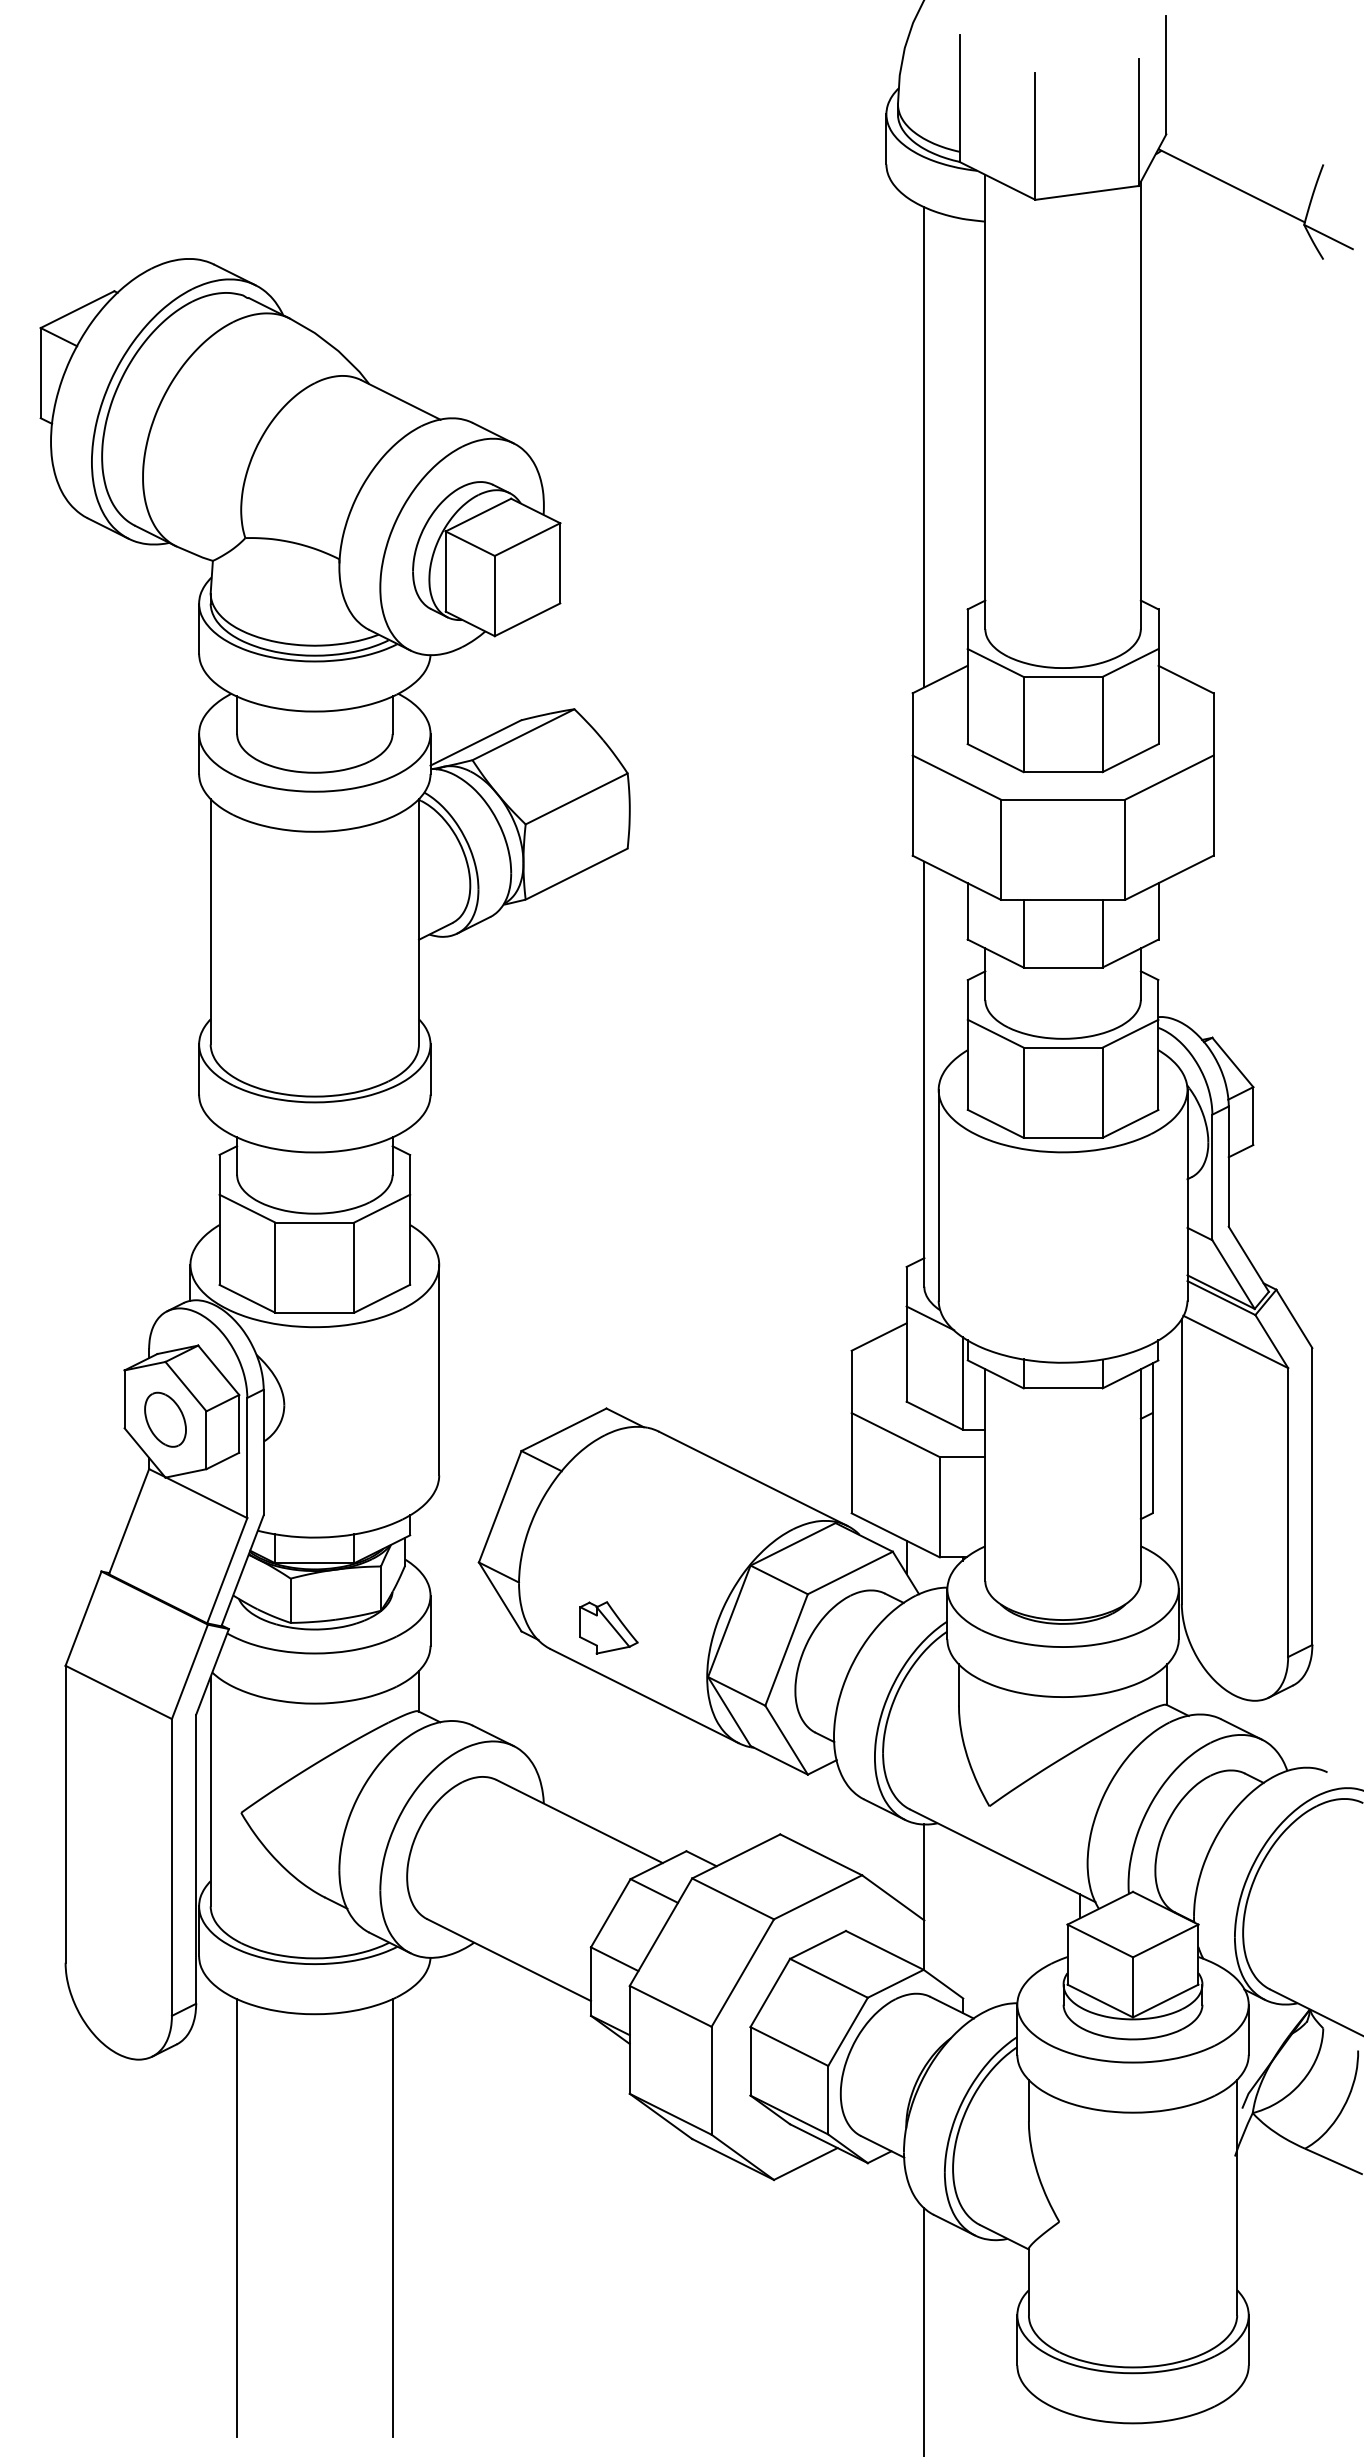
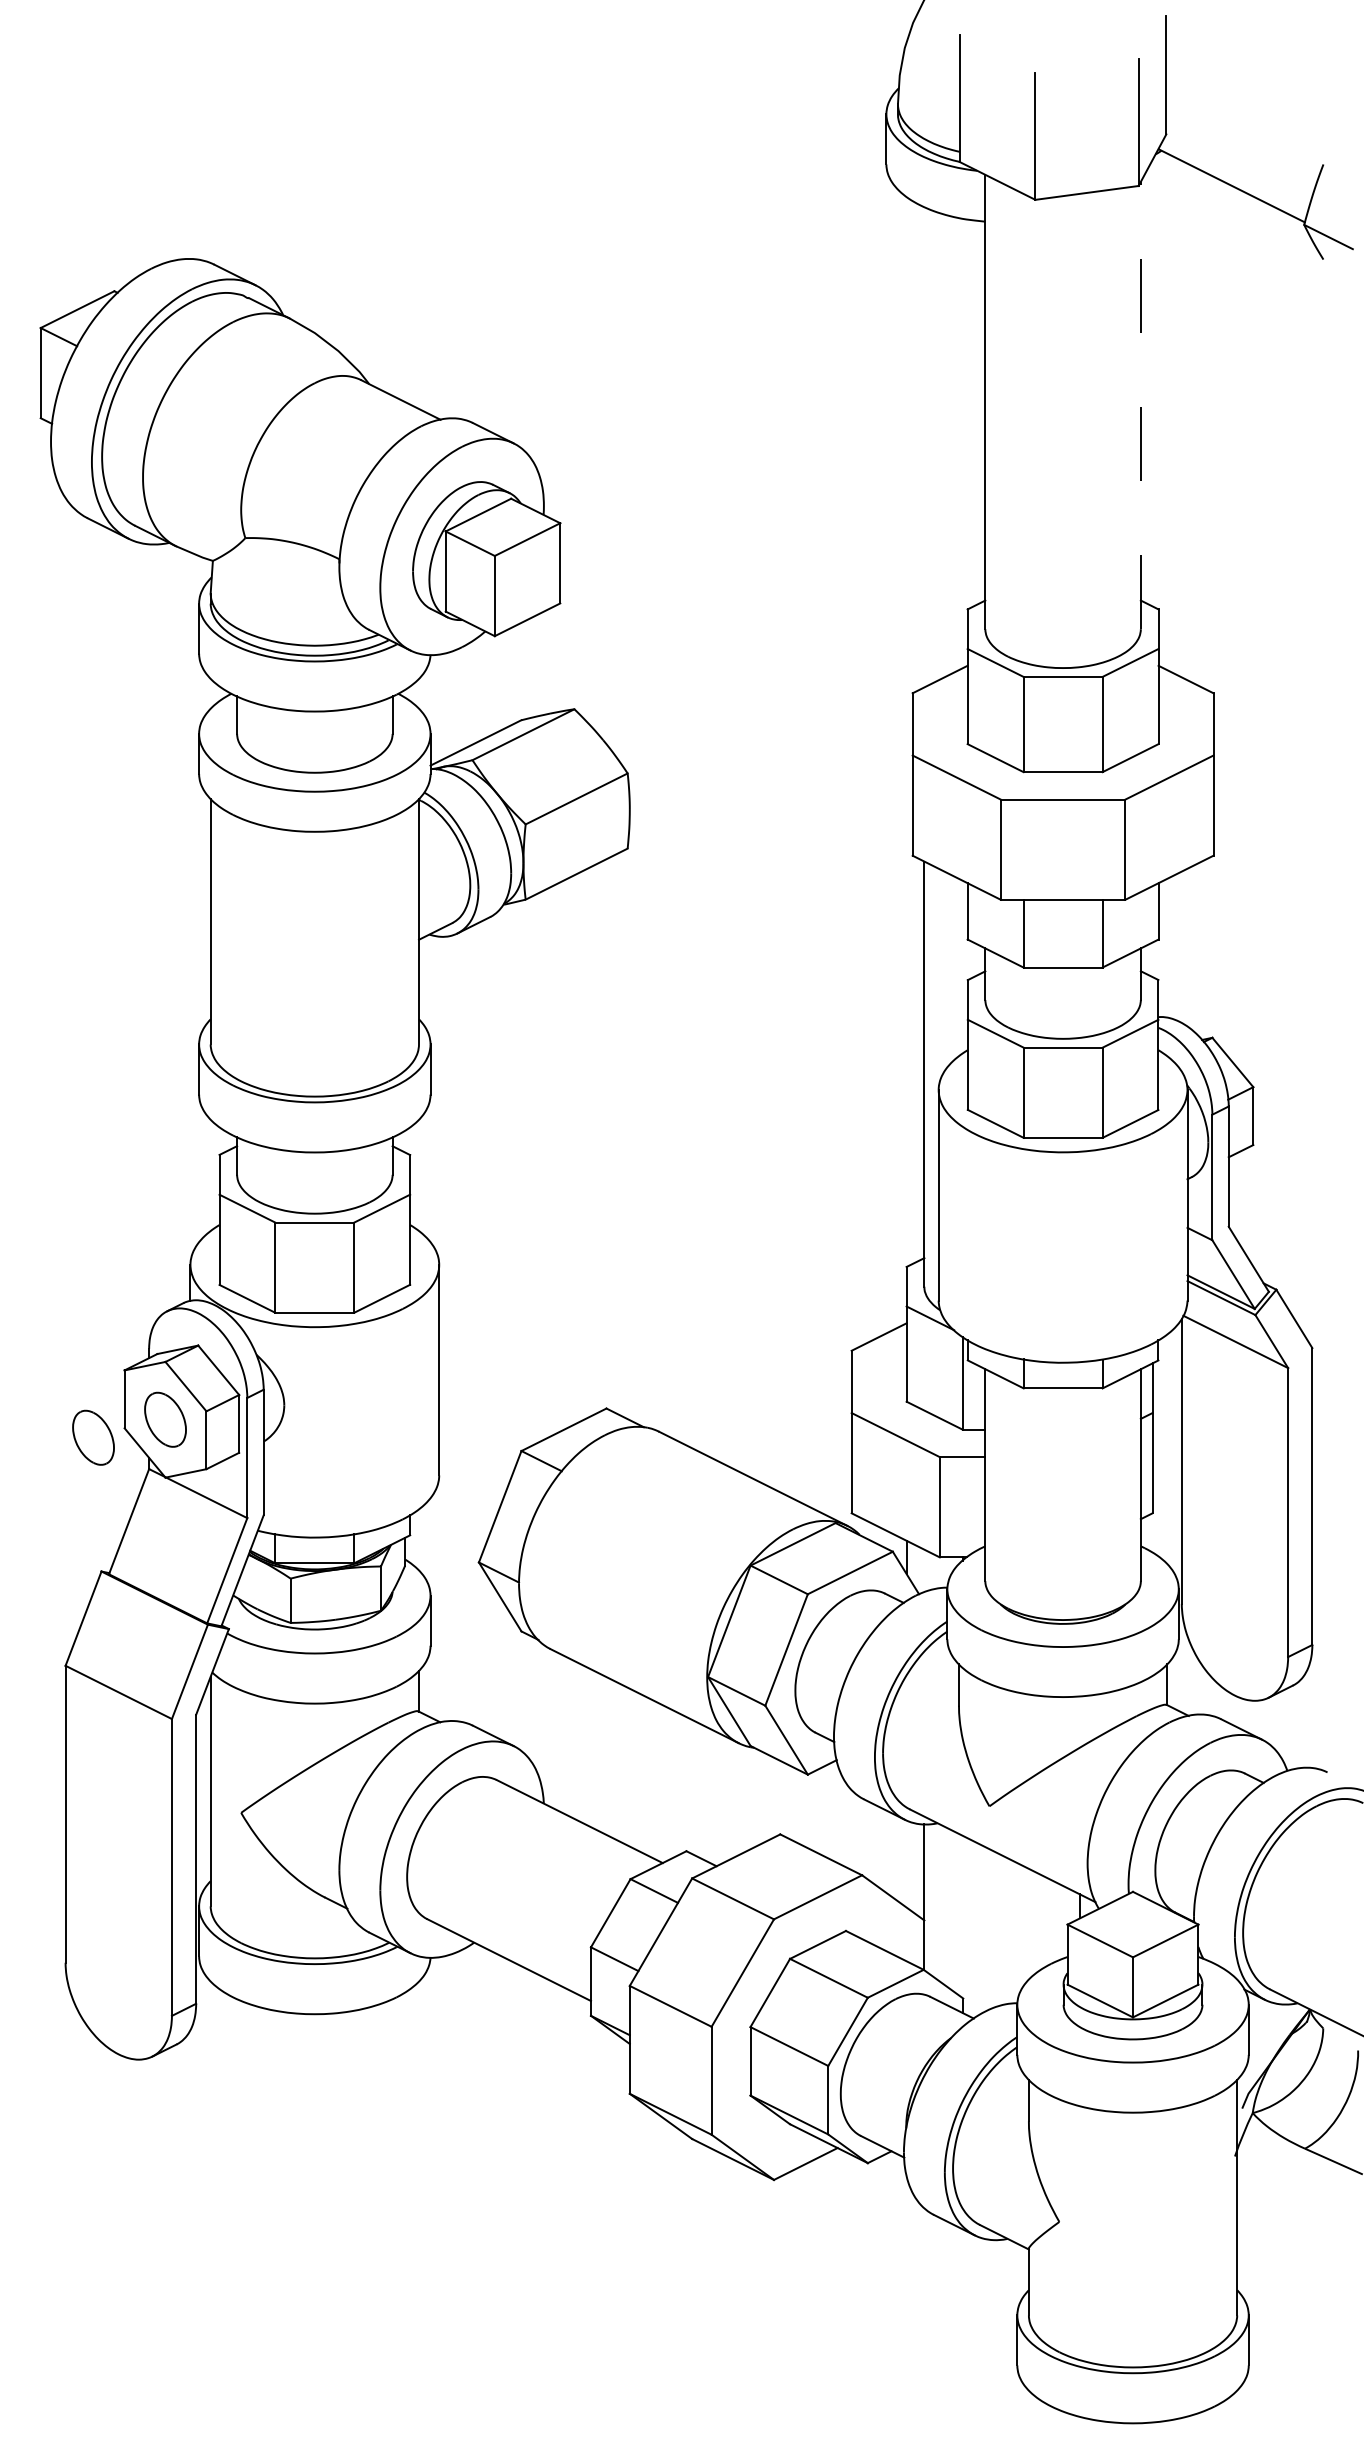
line at (1140, 405): solid -> dashed
line at (924, 447): present -> none
part at (93, 1437): none -> present
part at (608, 1627): present -> none
line at (237, 2218): present -> none
line at (392, 2218): present -> none
line at (924, 2330): present -> none
